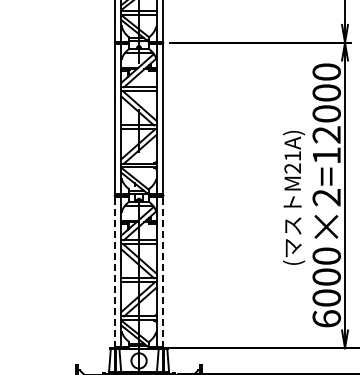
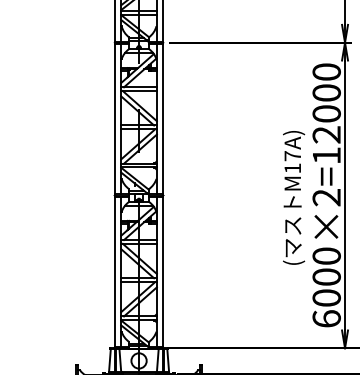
text at (292, 162): M21A) -> M17A)
line at (114, 271): dashed -> solid
line at (163, 271): dashed -> solid
